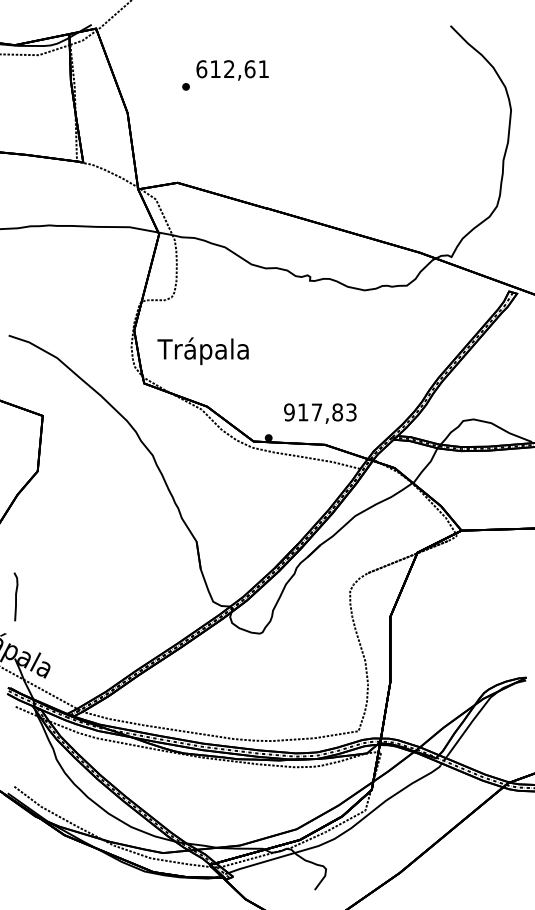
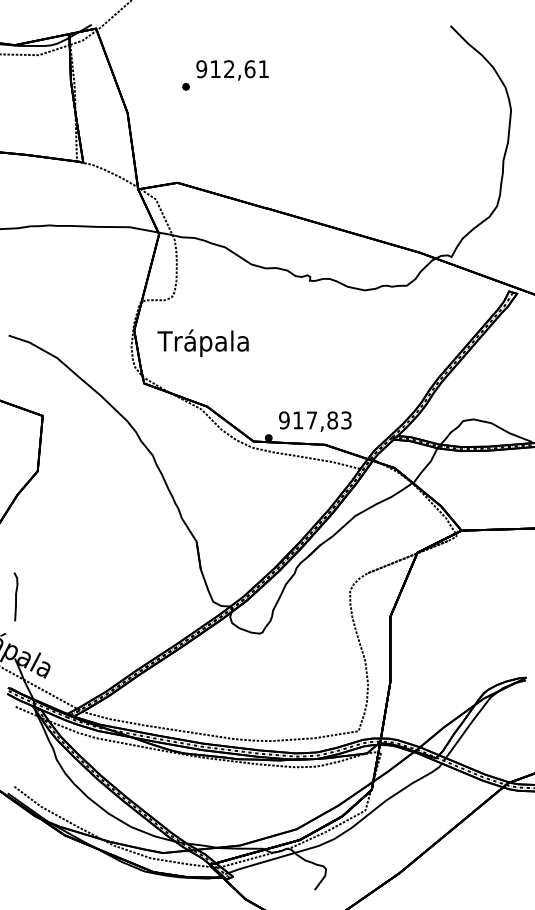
text at (201, 69): 612,61 -> 912,61
text at (202, 351) position: (202, 351) -> (202, 343)
text at (320, 413) position: (320, 413) -> (315, 421)
